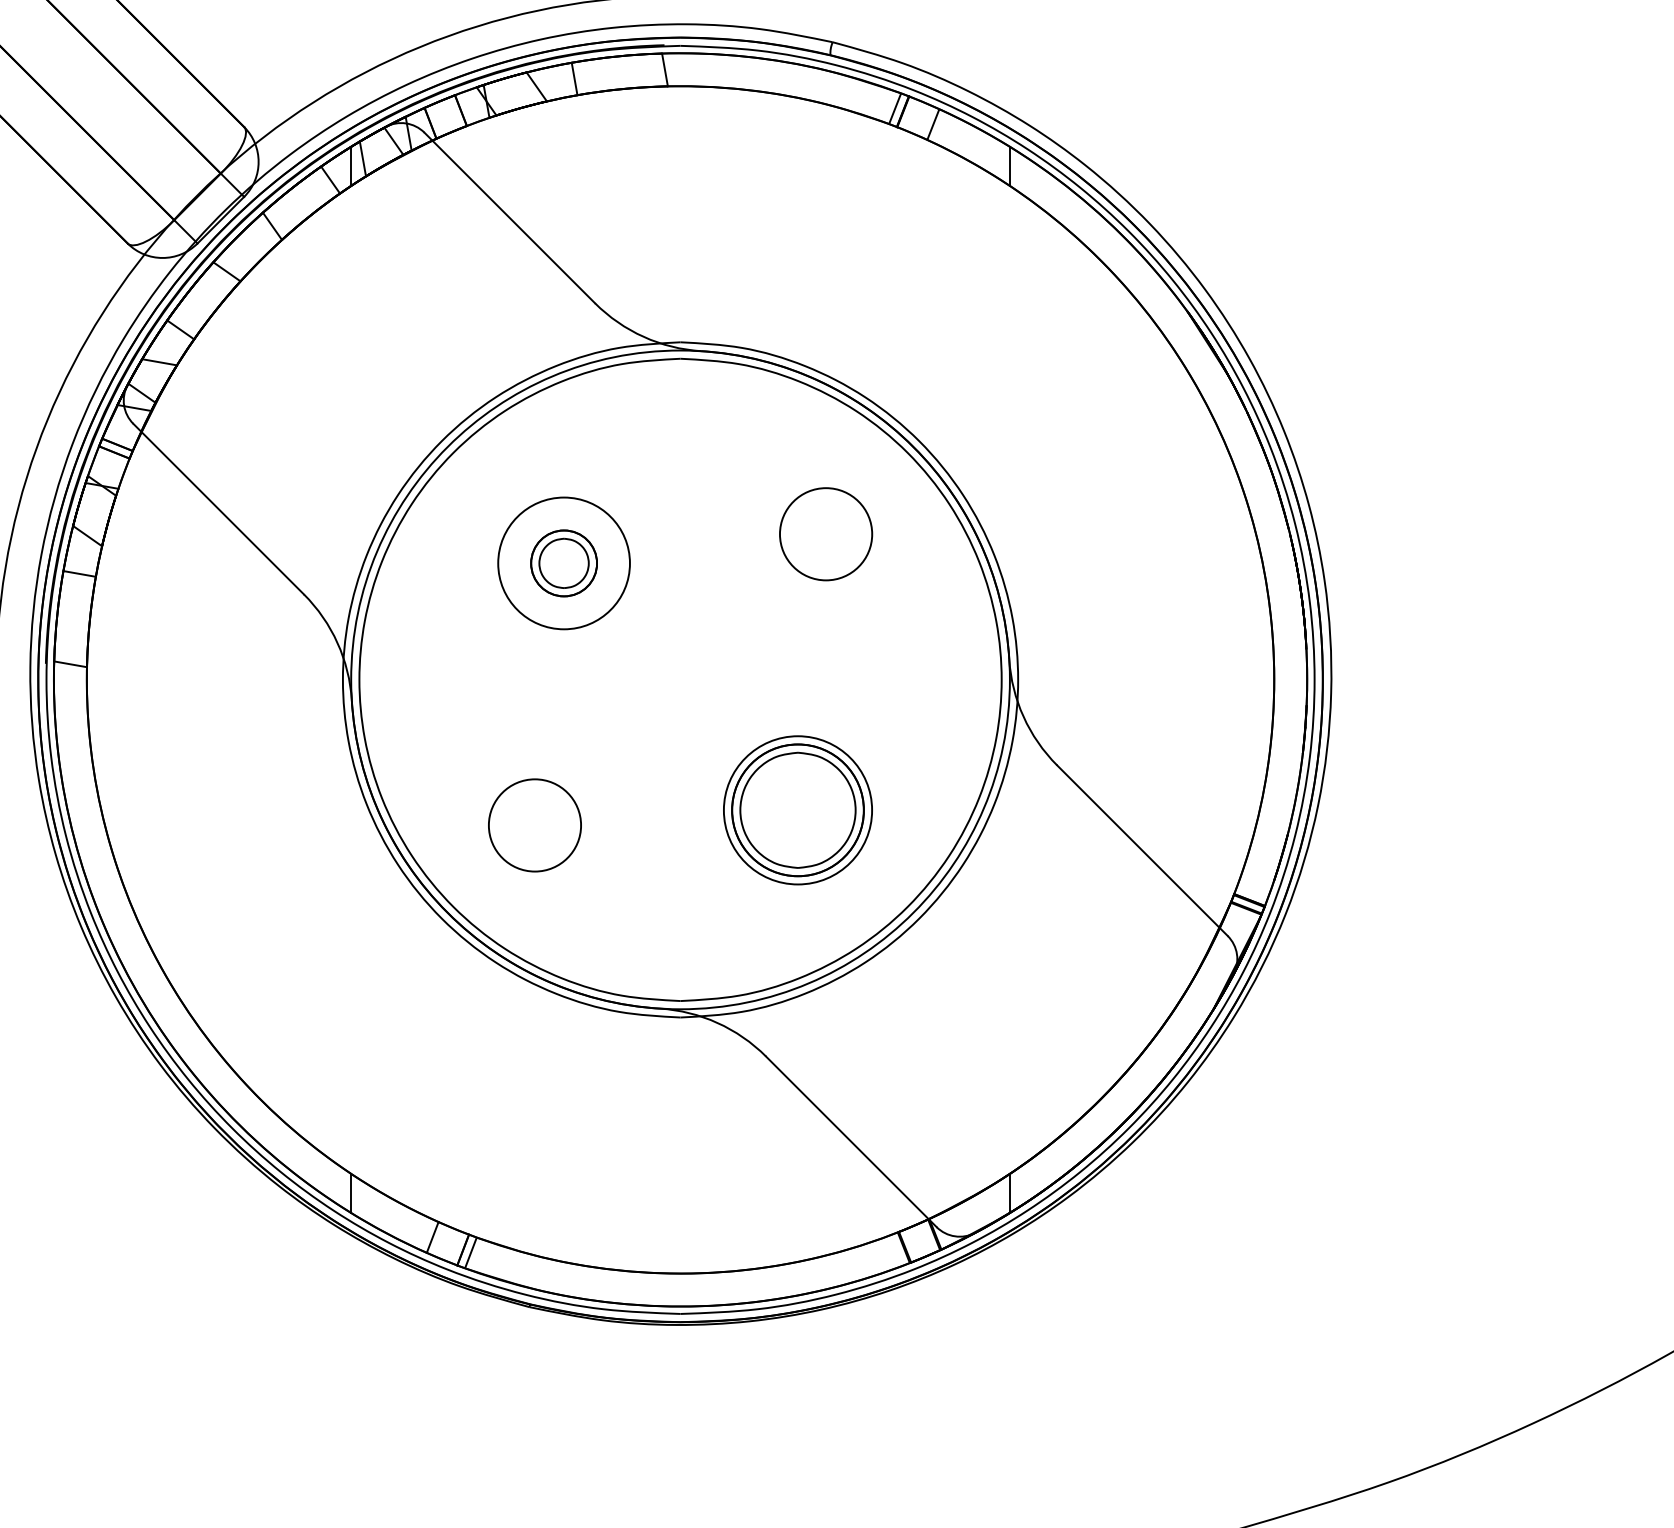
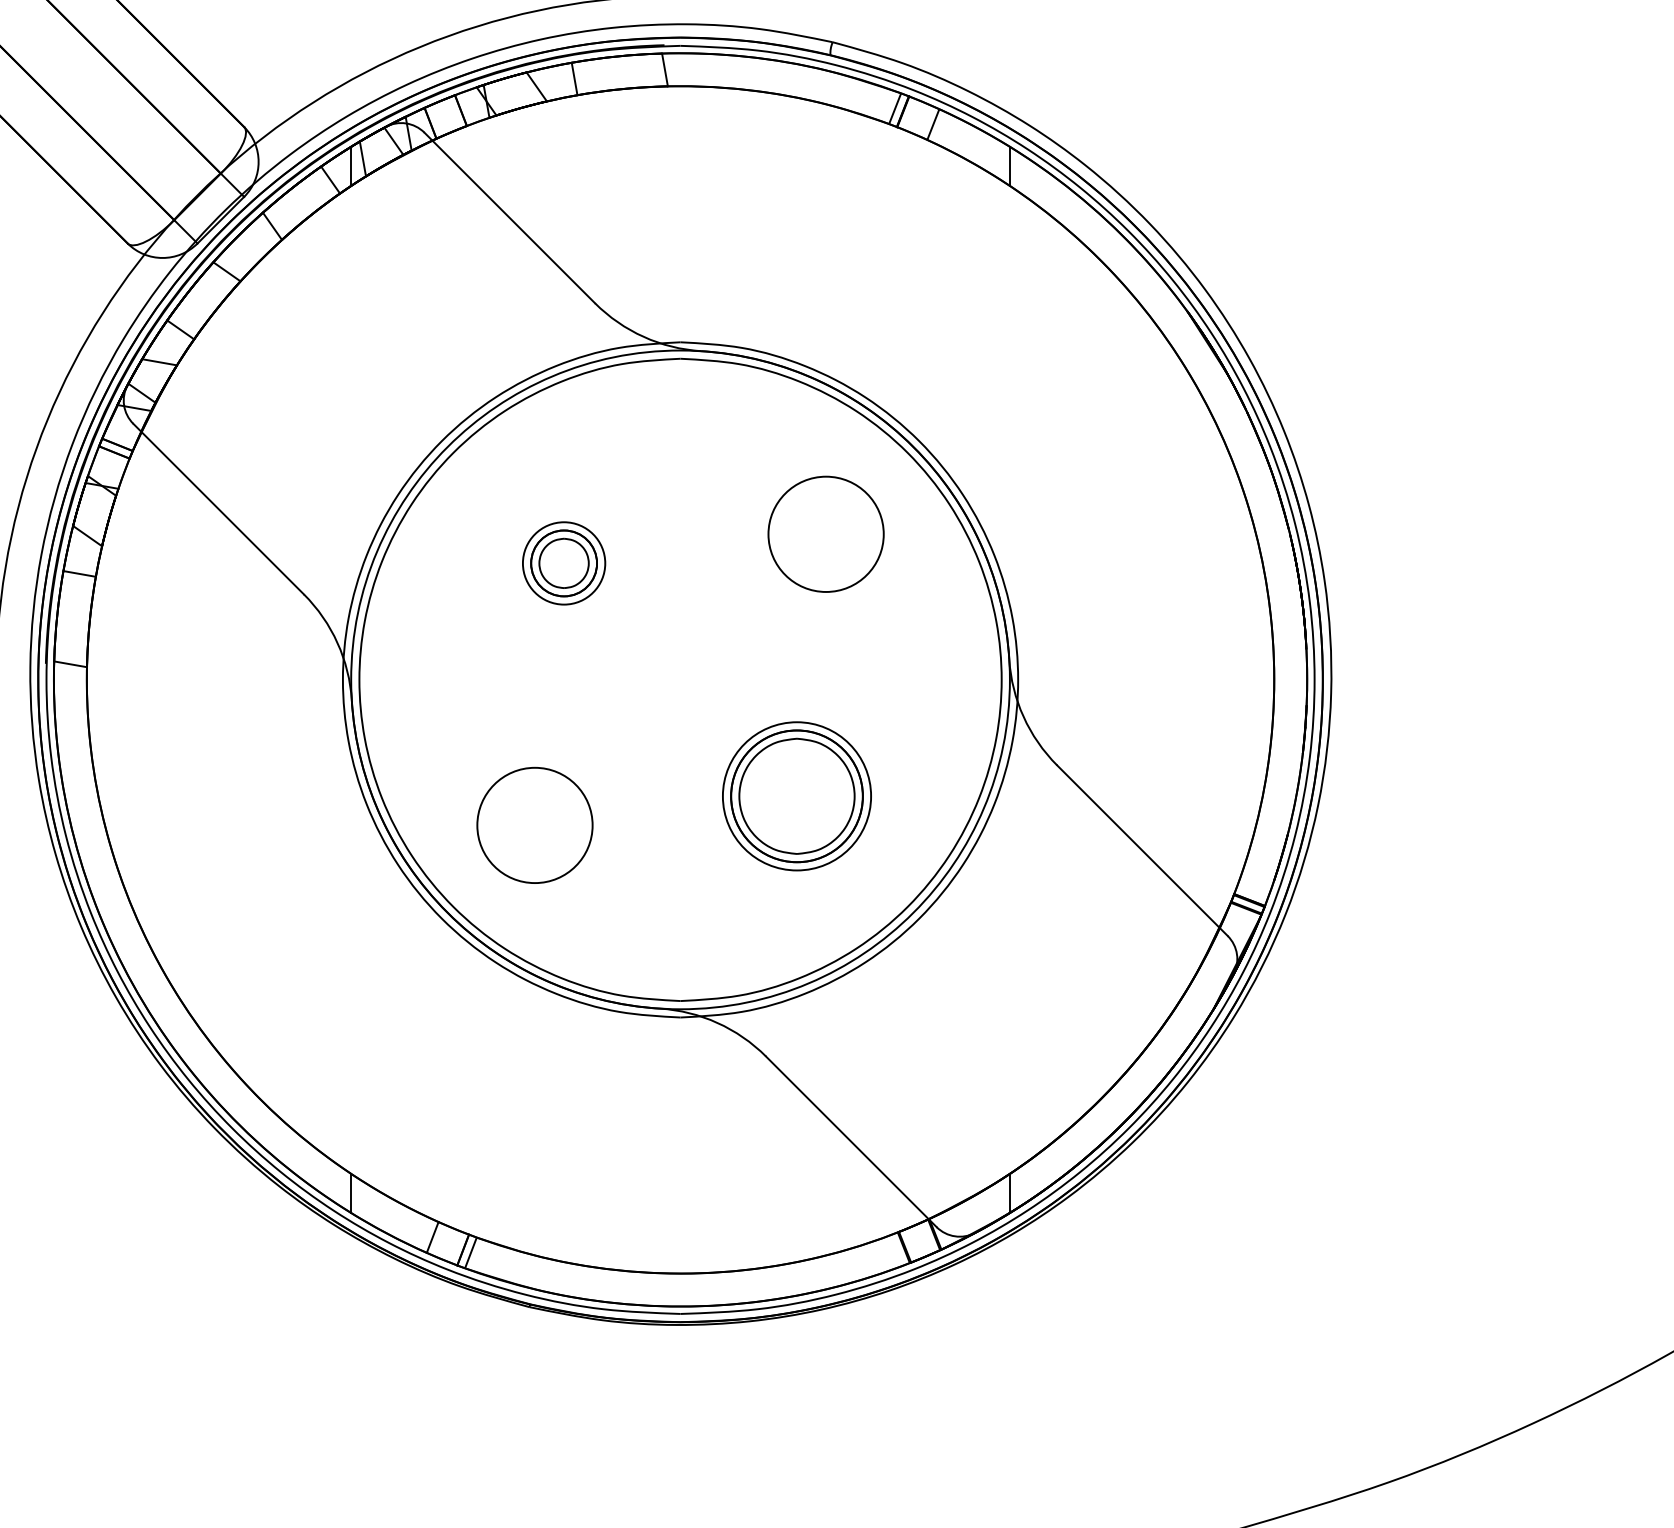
circle at (826, 534) size: 95x95 px -> 118x118 px
circle at (563, 563) diameter: 132 px -> 82 px
part at (797, 810) position: (797, 810) -> (796, 796)
circle at (534, 825) diameter: 92 px -> 115 px
